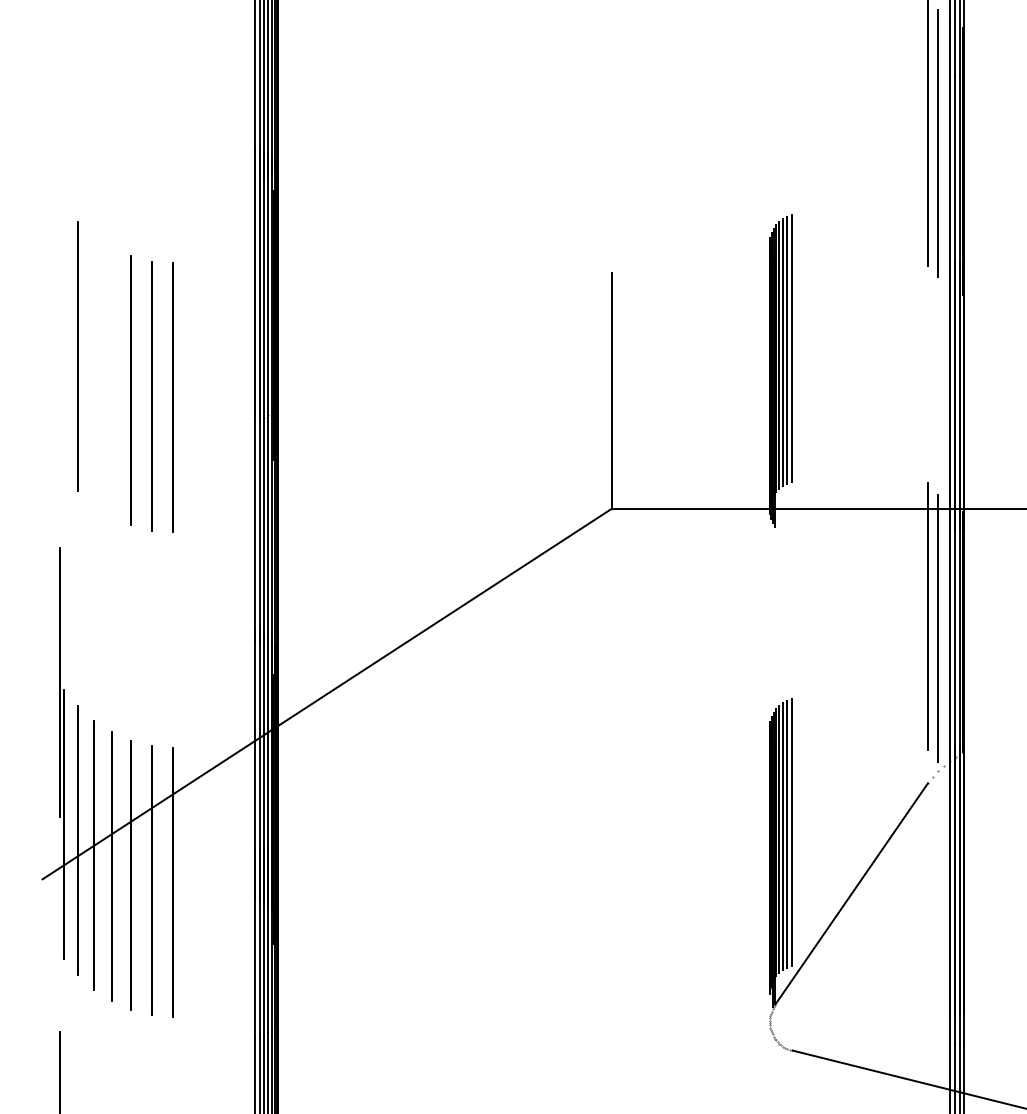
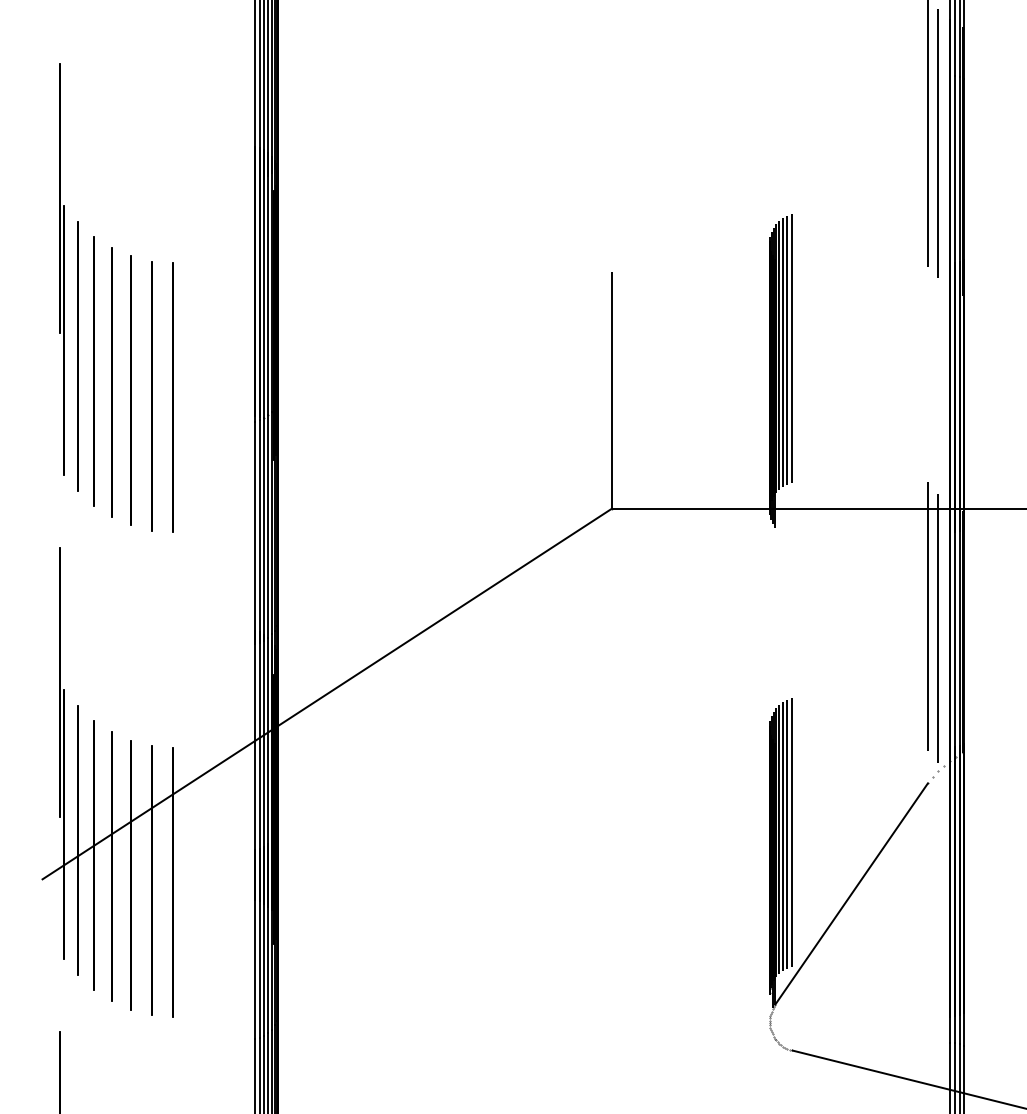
part at (61, 269): none -> present
line at (93, 371): none -> present
line at (111, 382): none -> present
